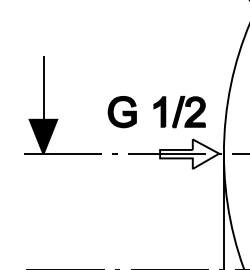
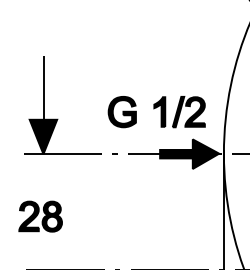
fill at (189, 153): none -> present
part at (40, 216): none -> present
